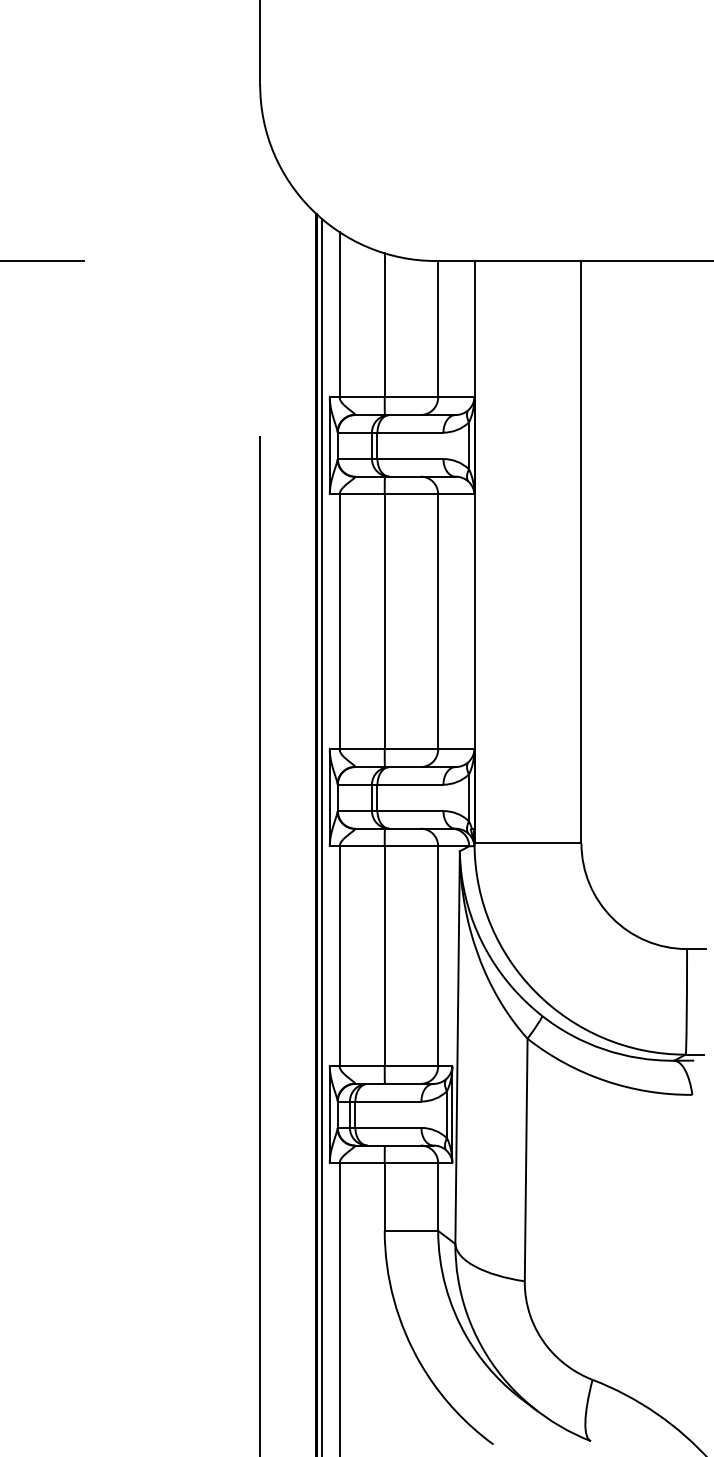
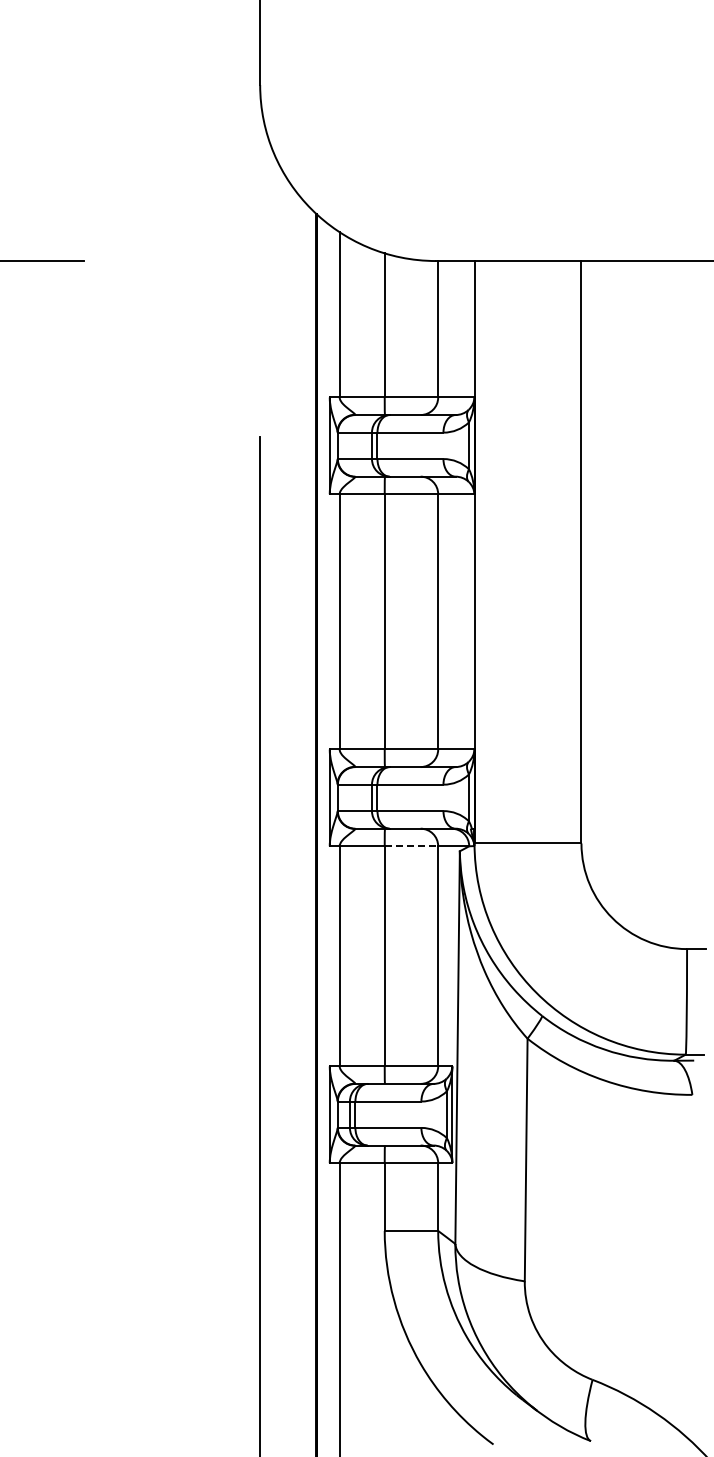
line at (321, 835): present -> none
line at (411, 846): solid -> dashed
